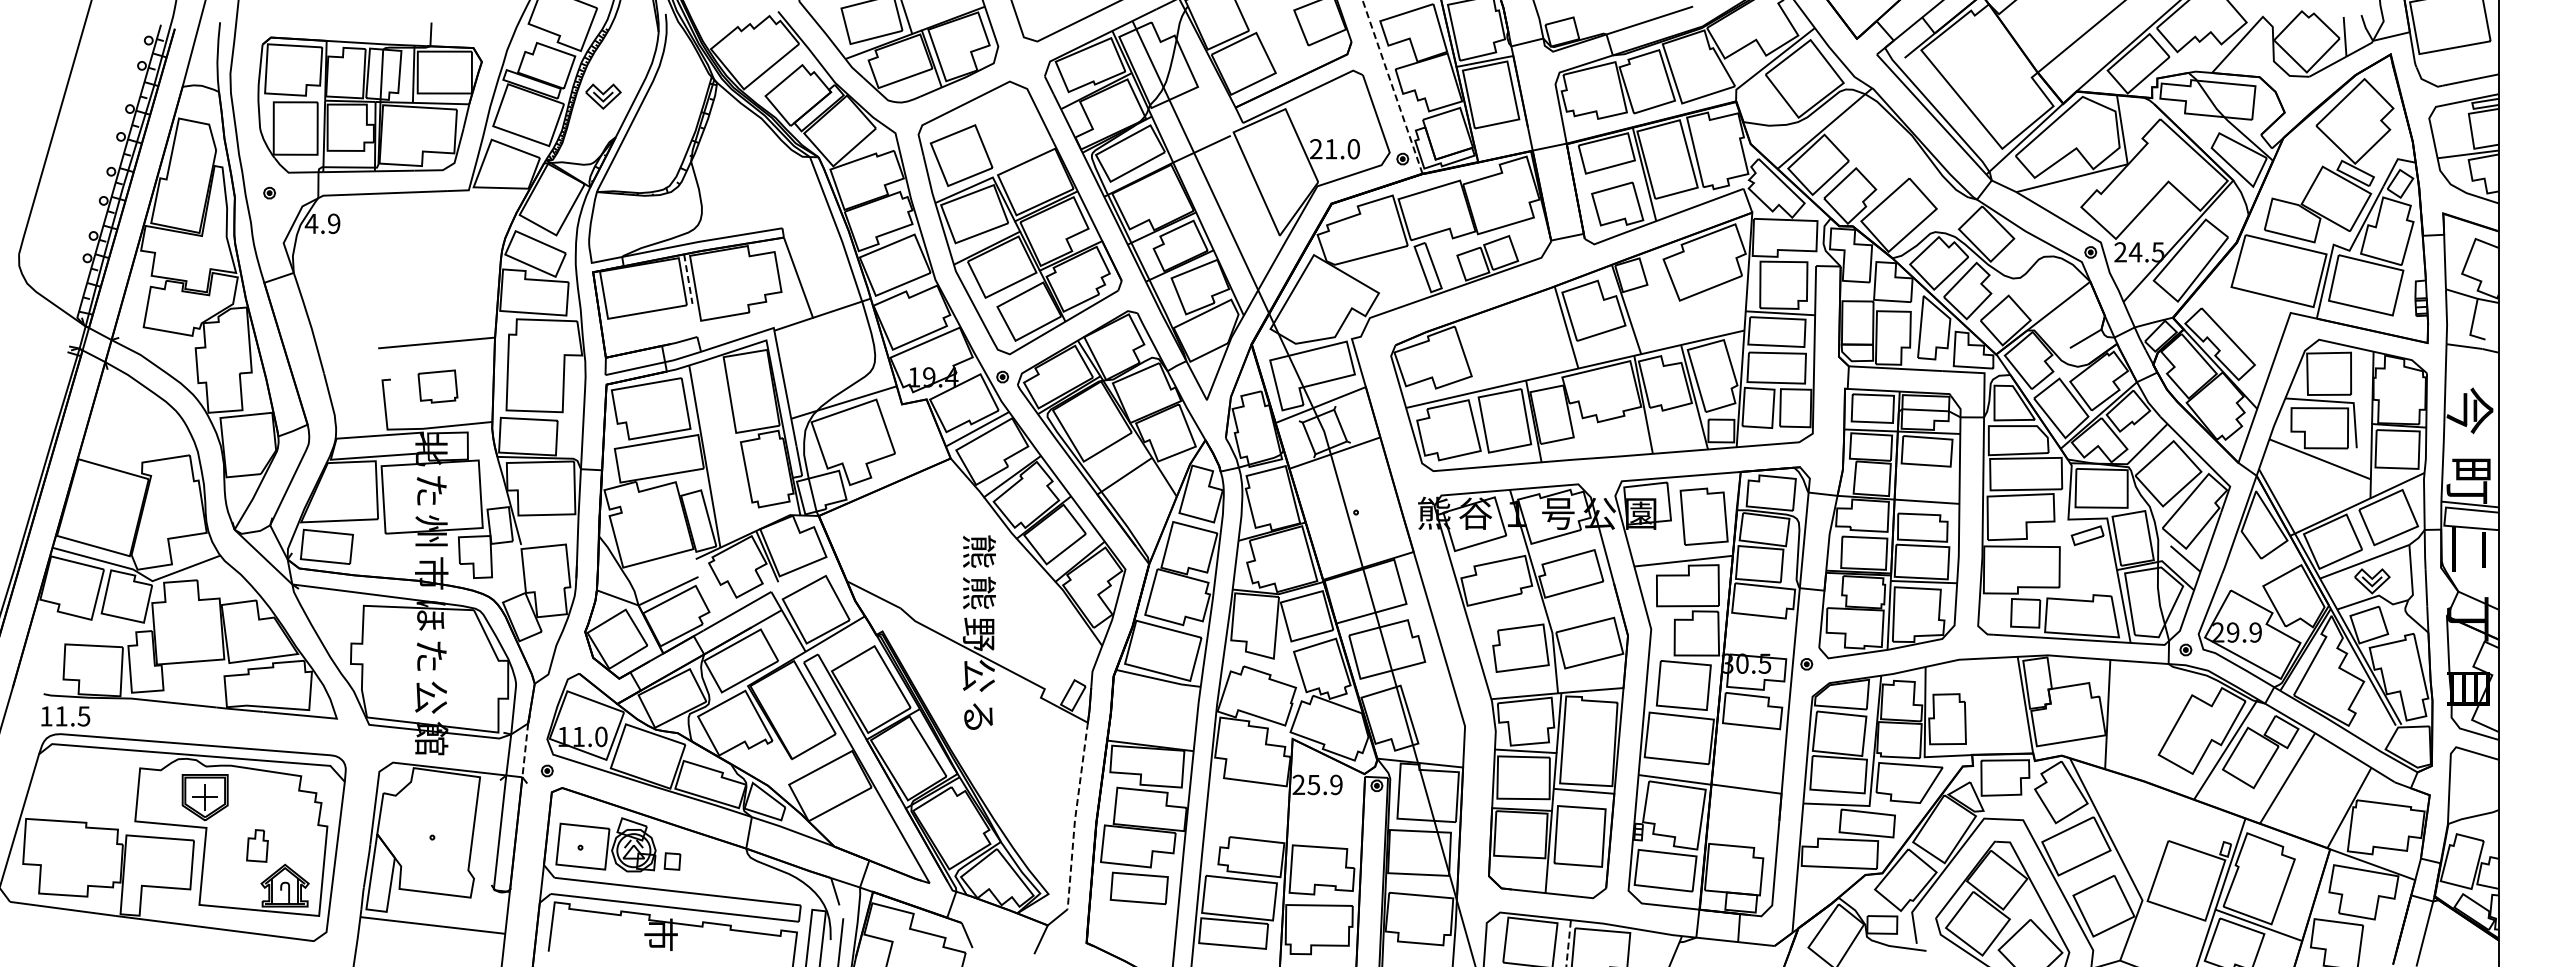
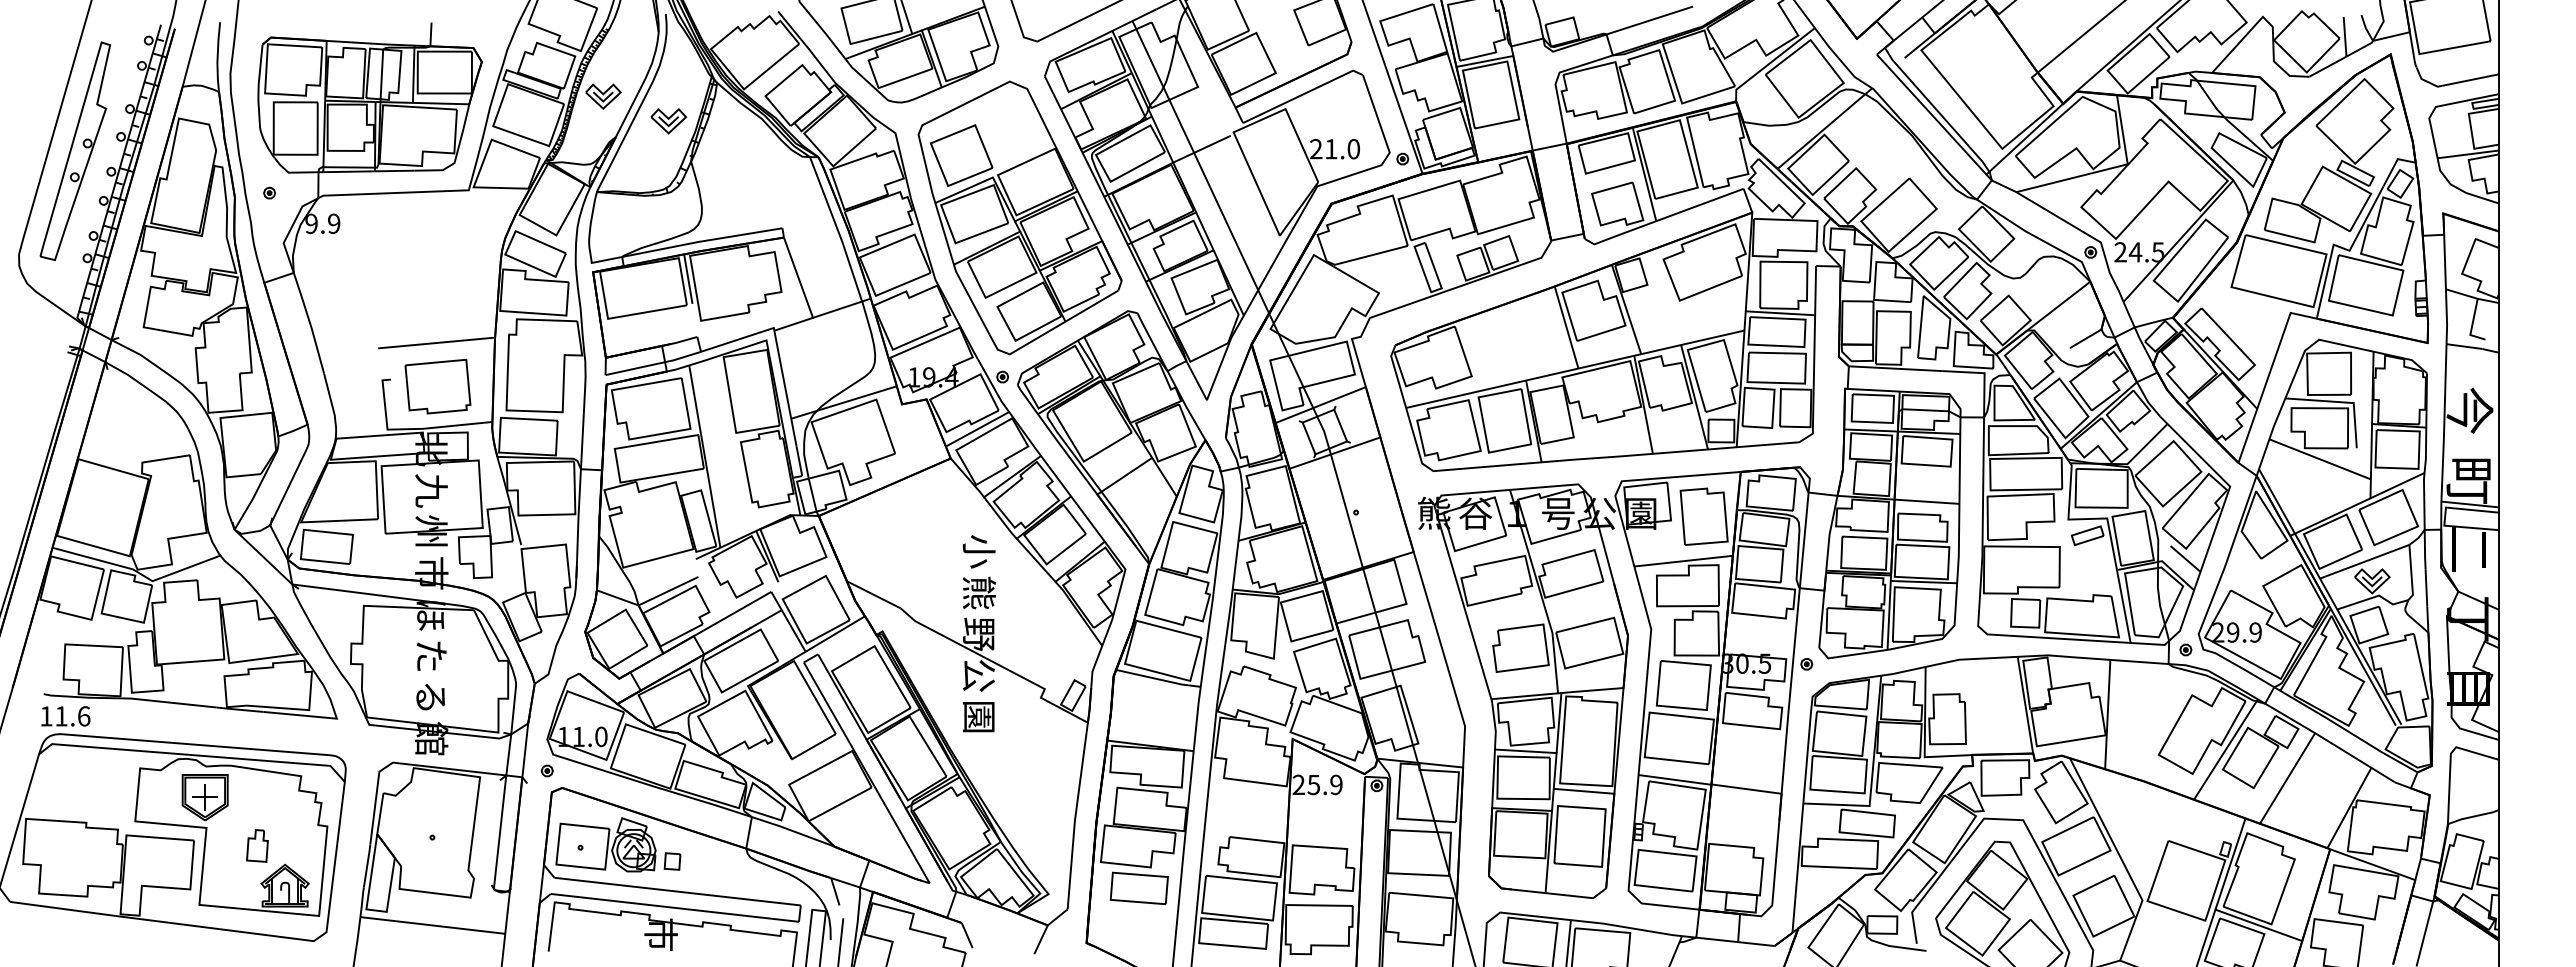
line at (1392, 87): dashed -> solid
part at (668, 121): none -> present
part at (75, 151): none -> present
text at (311, 223): 4.9 -> 9.9
line at (688, 279): dashed -> solid
part at (437, 386) size: 42x35 px -> 68x57 px
text at (431, 490): た -> 九
text at (978, 551): 熊 -> 小
text at (431, 697): 公 -> る
text at (83, 716): 11.5 -> 11.6
text at (978, 717): る -> 園
line at (525, 750): dashed -> solid
line at (1075, 815): dashed -> solid
line at (1568, 942): dashed -> solid
